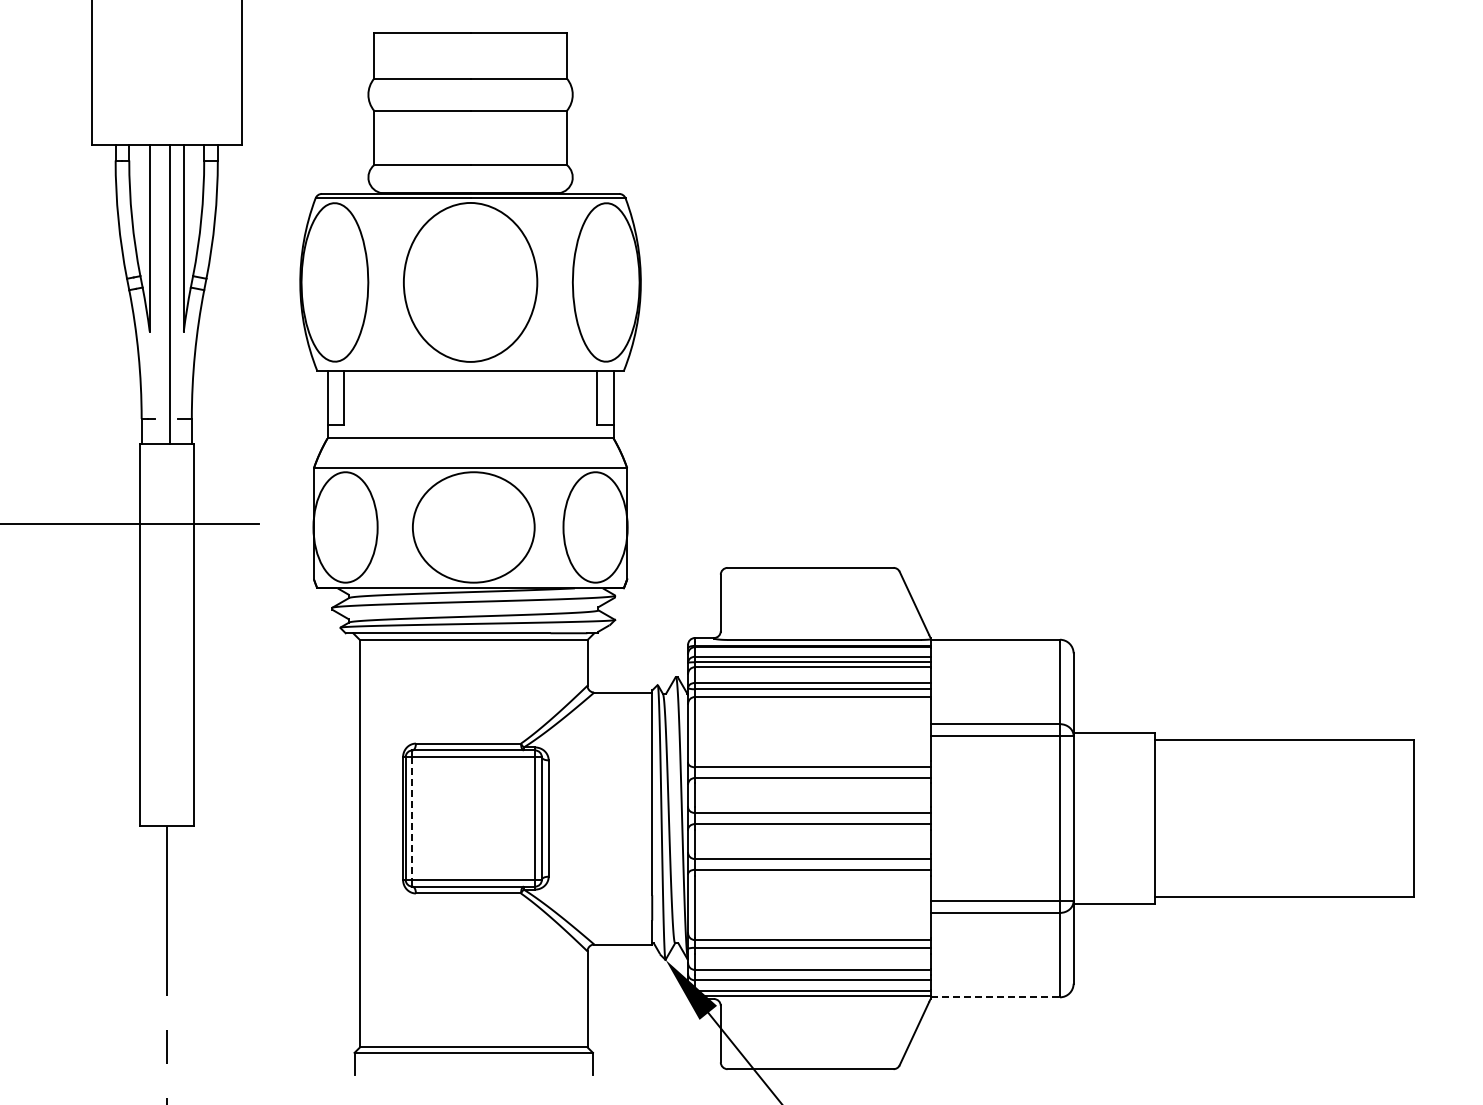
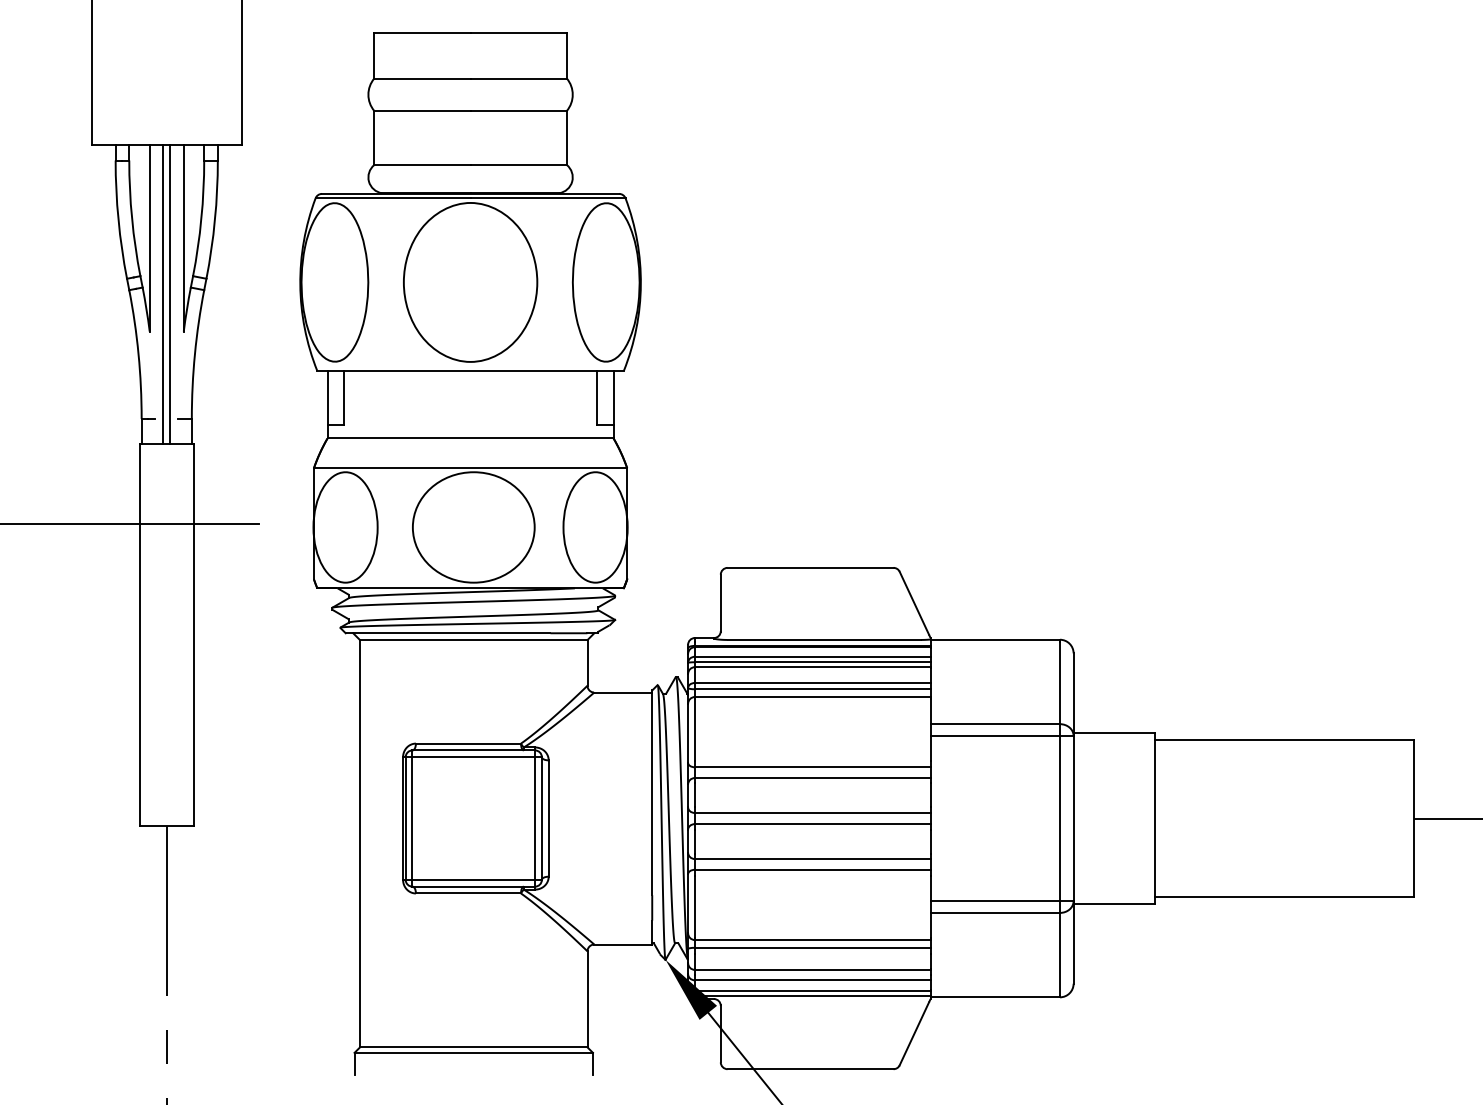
line at (163, 294): none -> present
line at (1446, 818): none -> present
line at (412, 819): dashed -> solid
line at (995, 997): dashed -> solid
